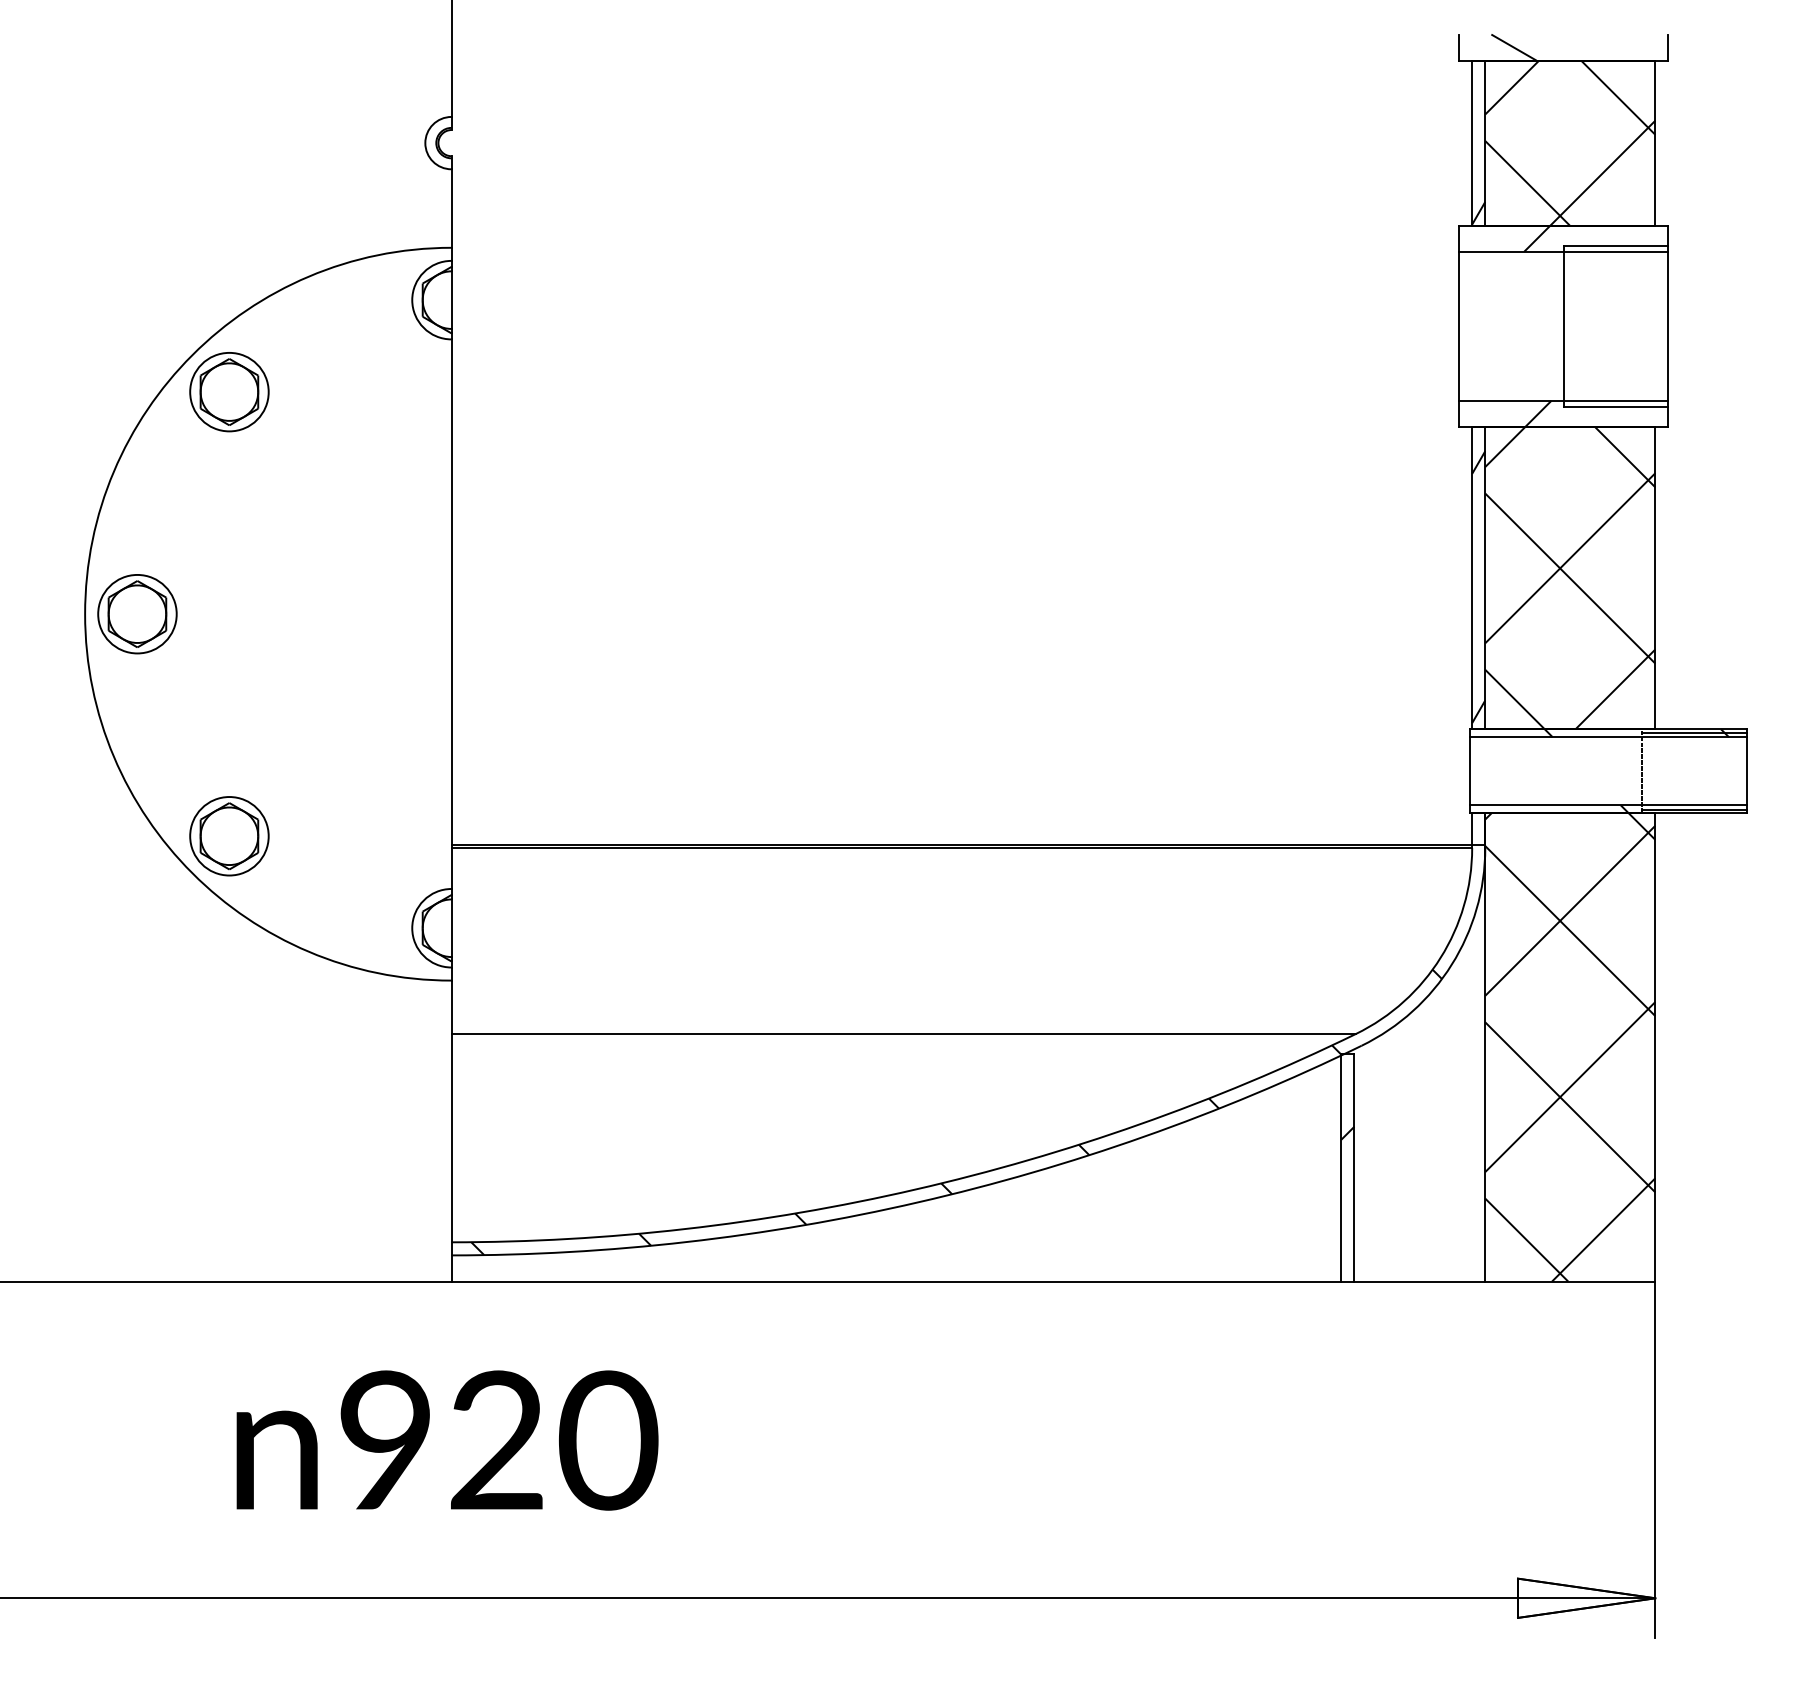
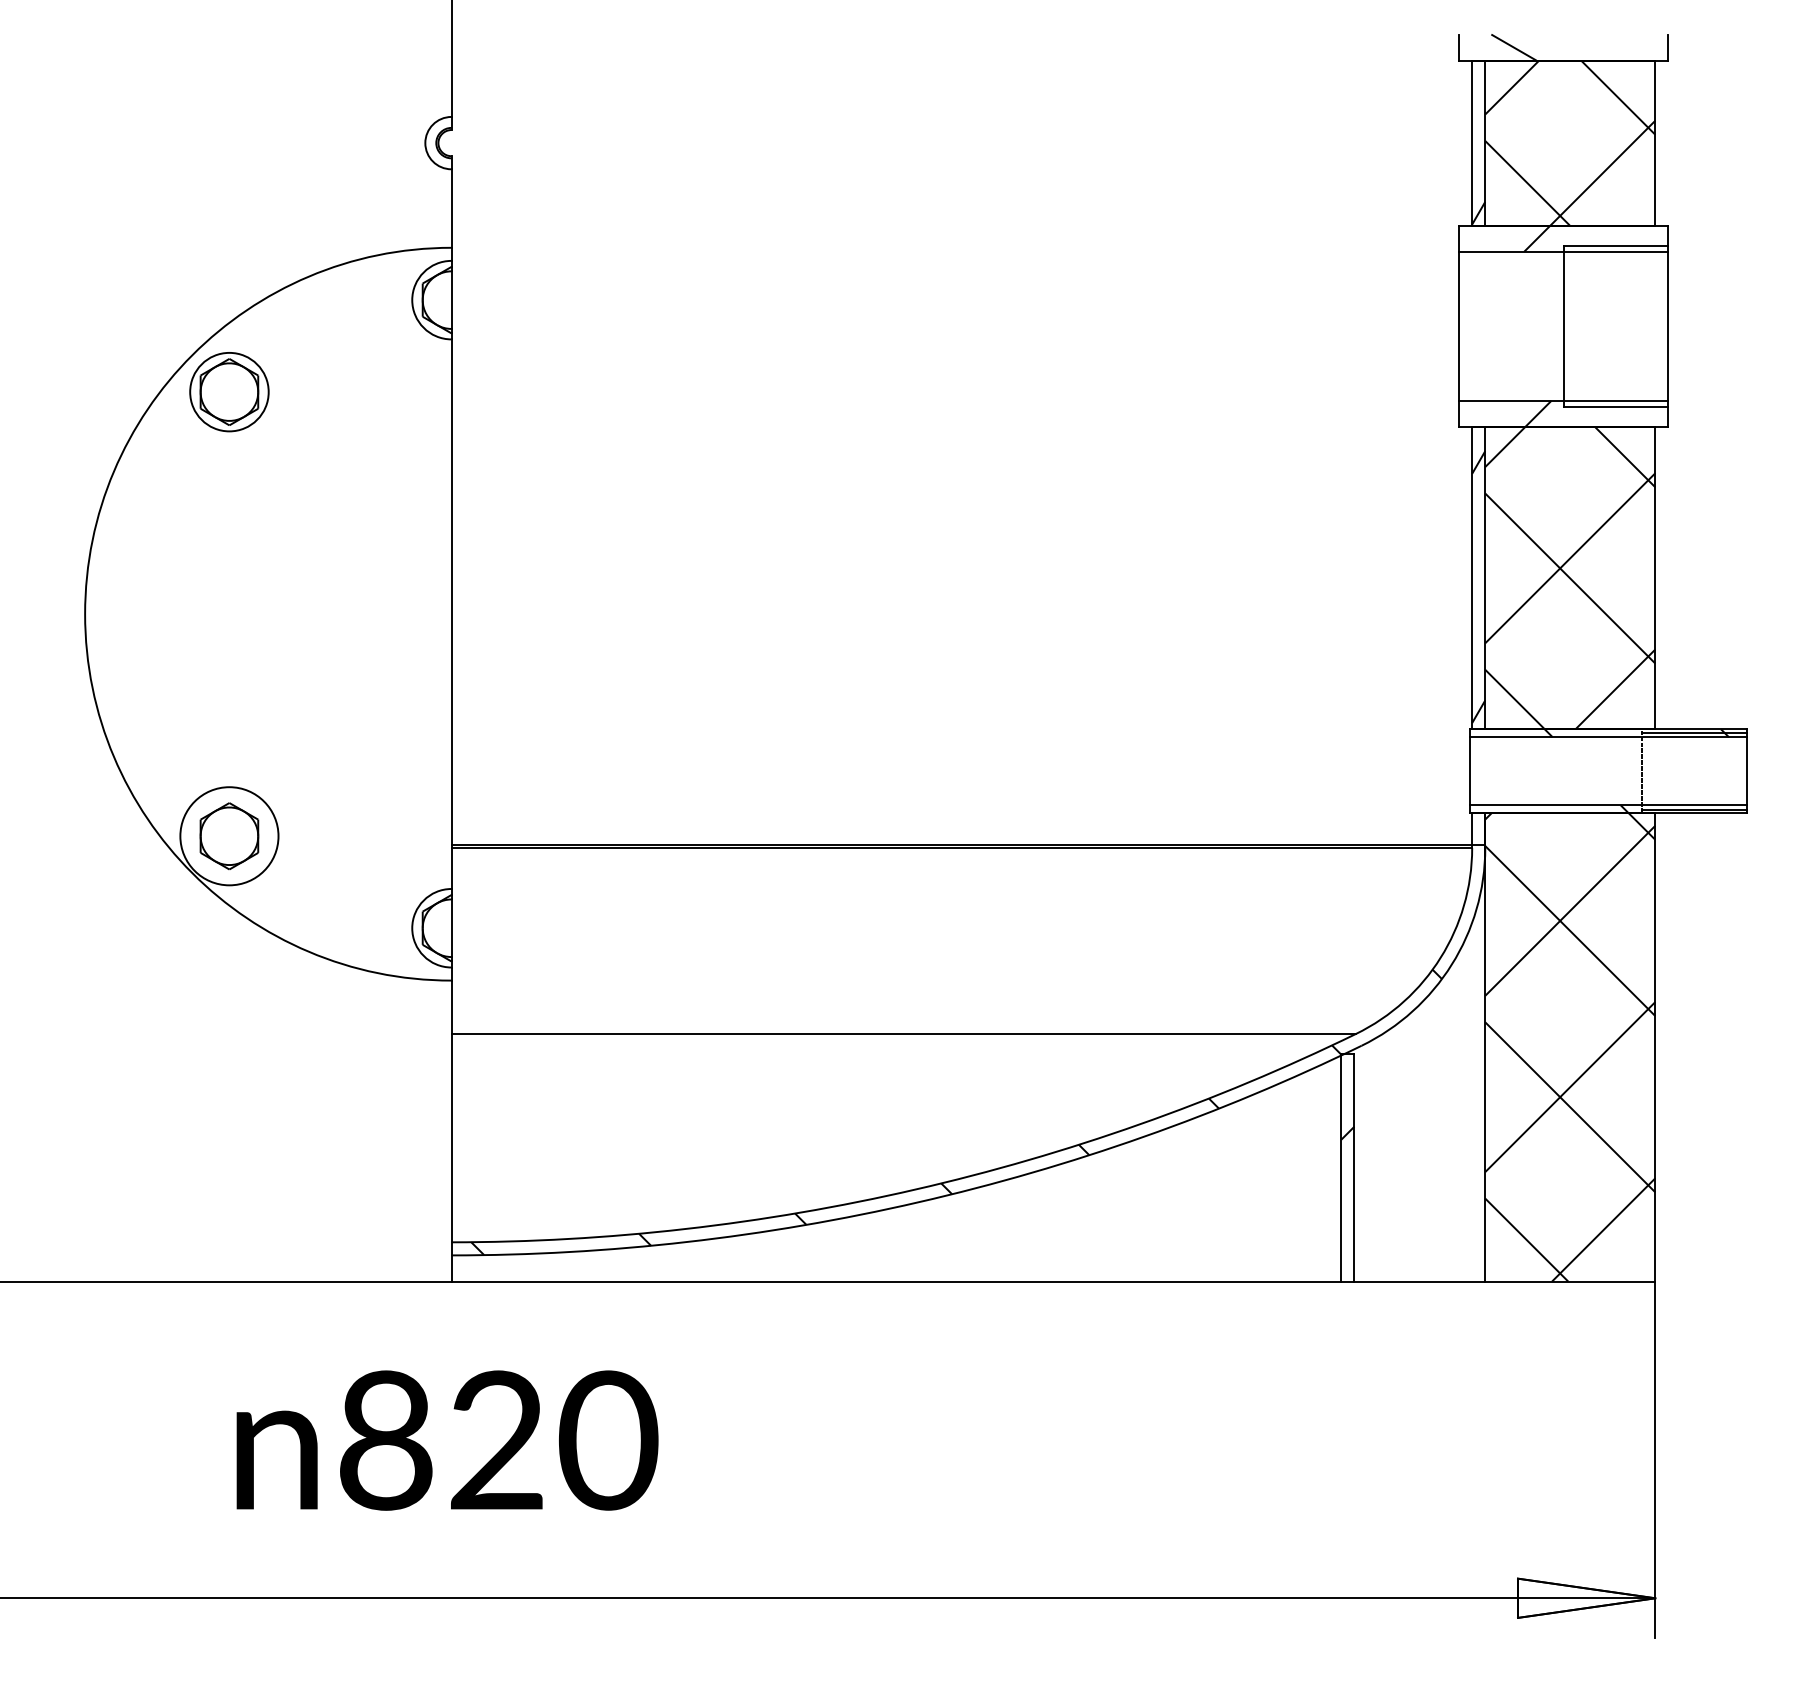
part at (137, 614): present -> none
circle at (229, 836) diameter: 79 px -> 98 px
text at (386, 1440): 920 -> 820
